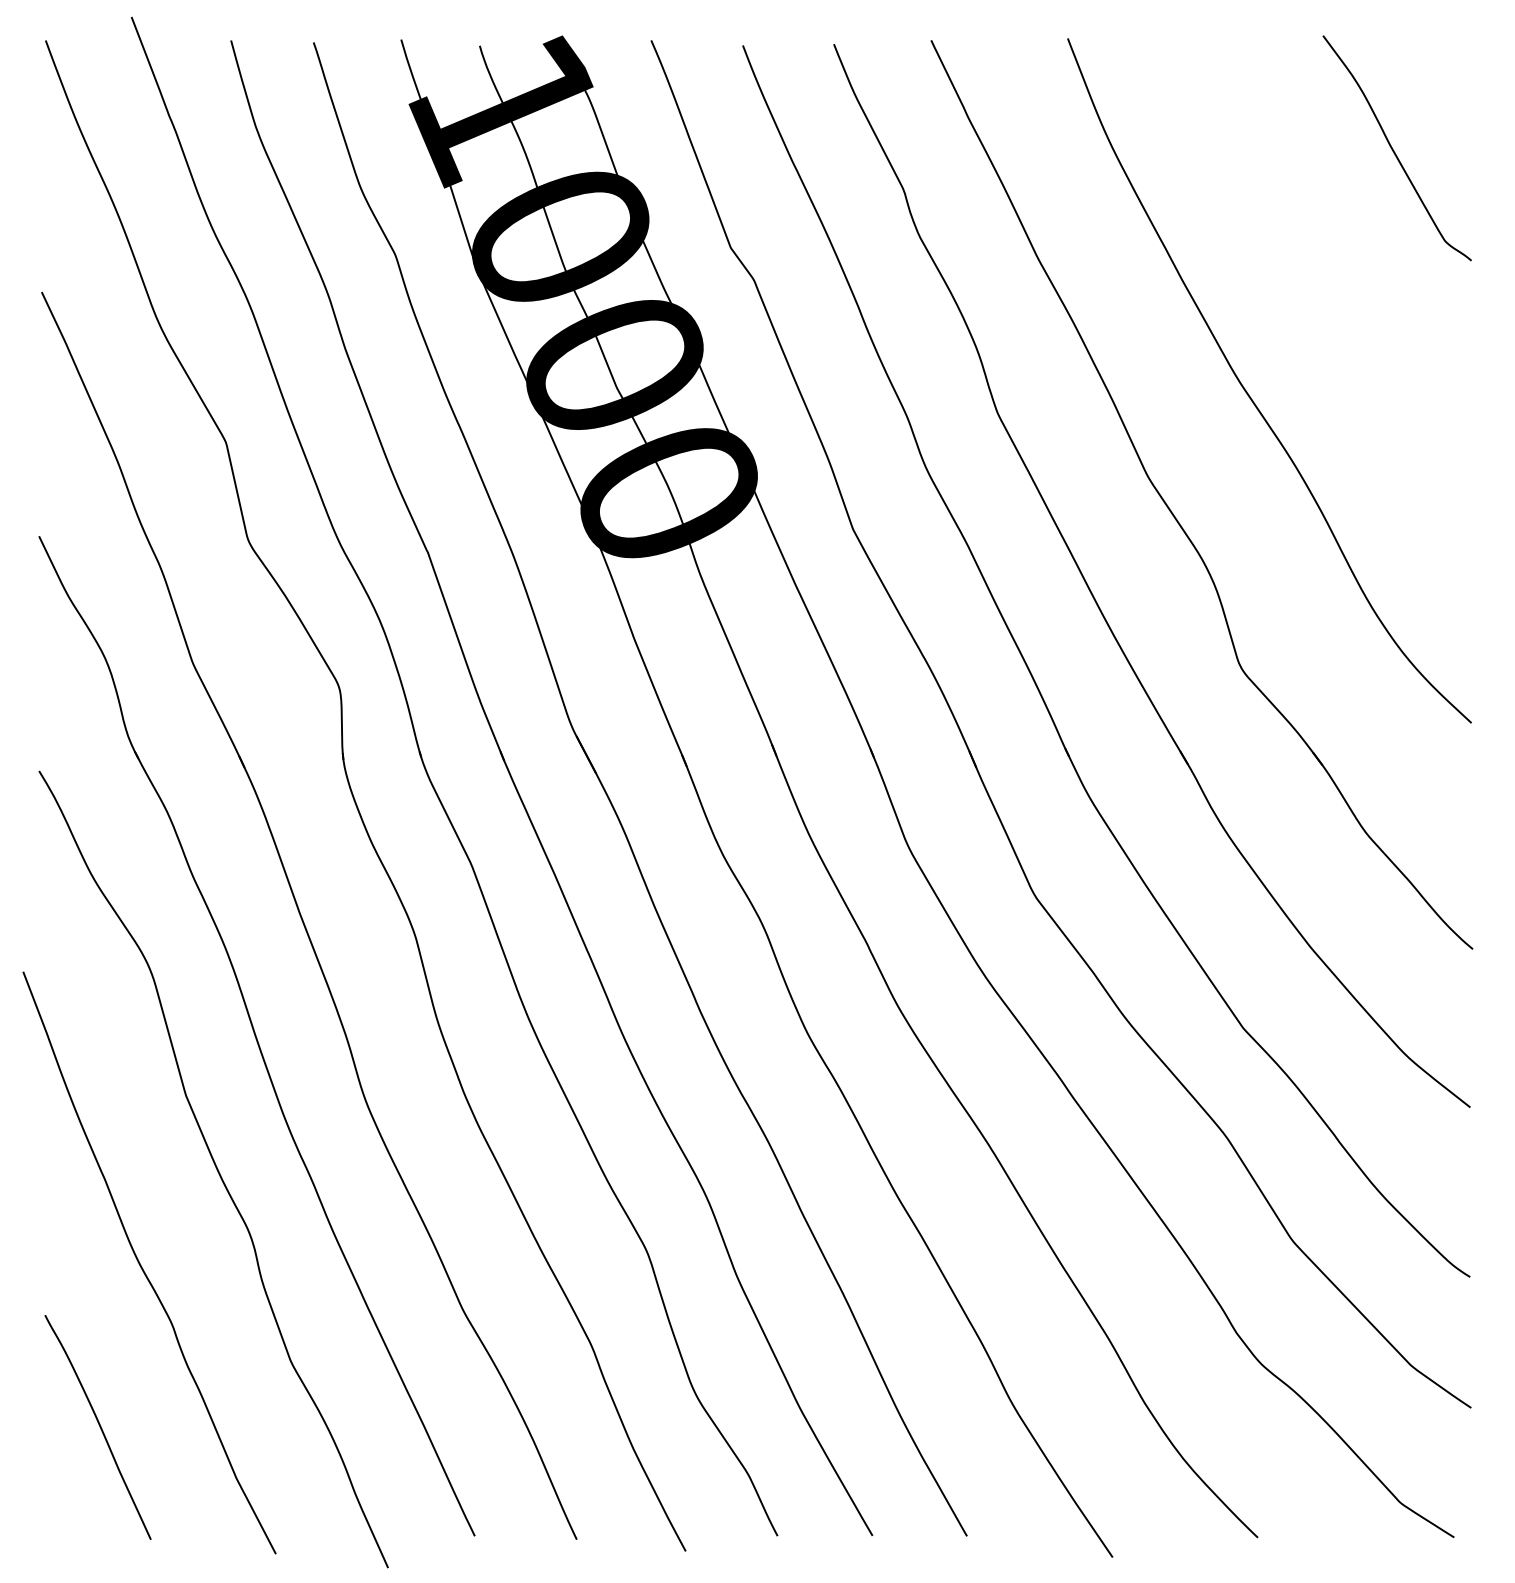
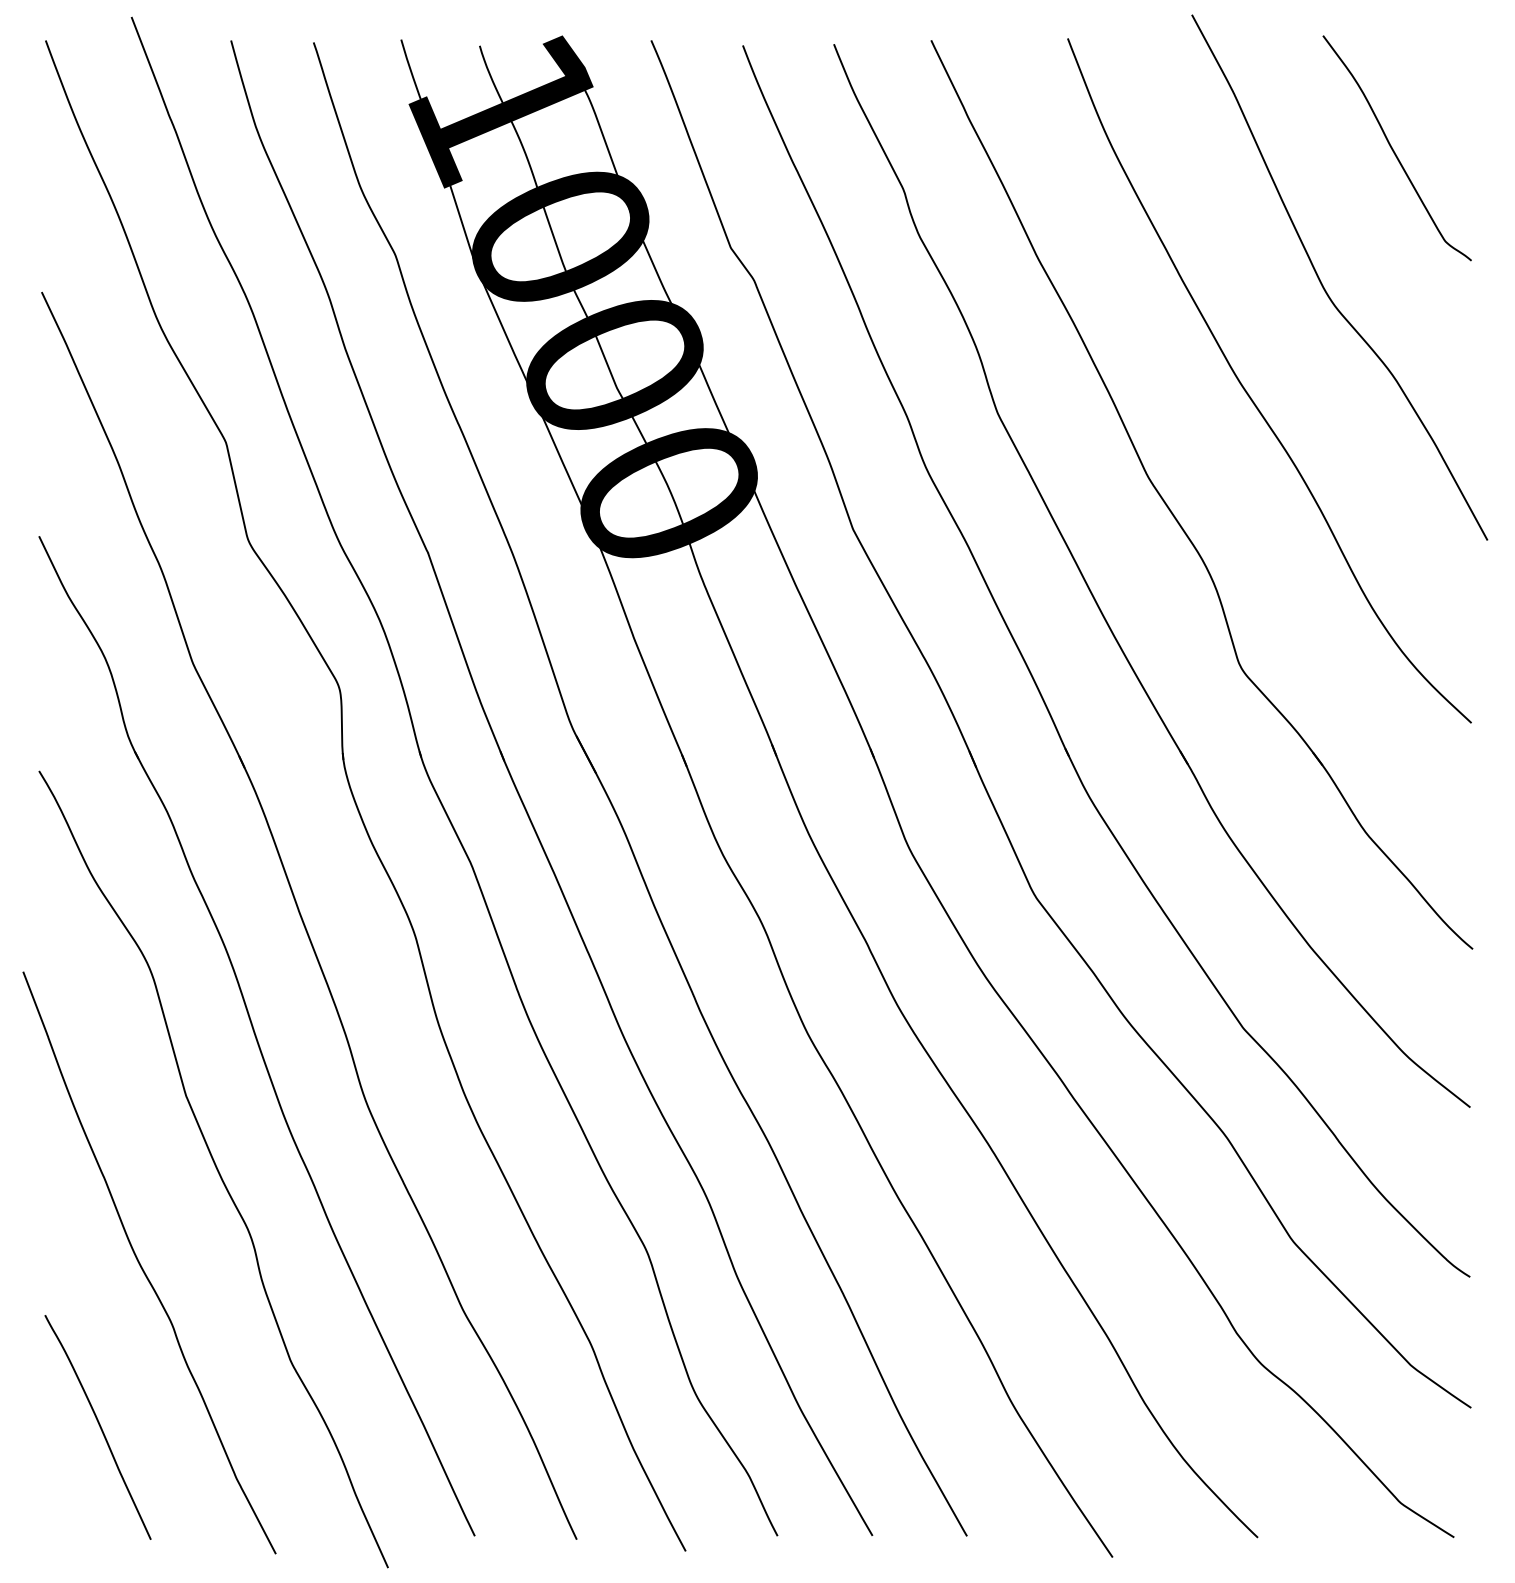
curve at (1323, 285): none -> present
